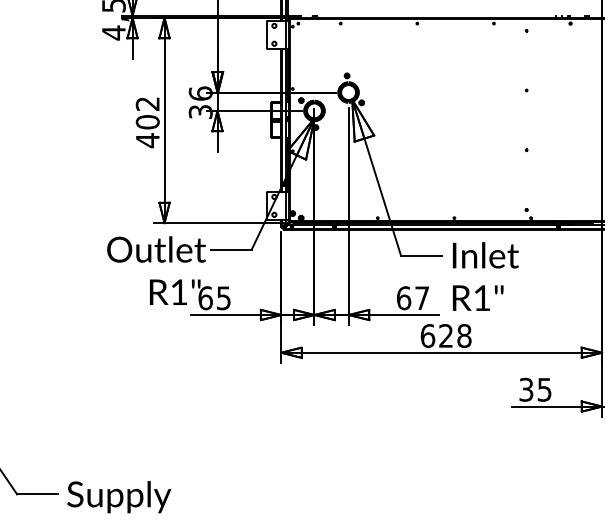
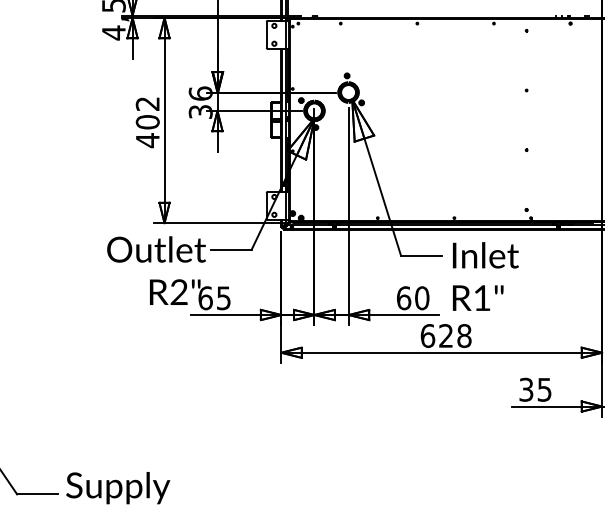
text at (178, 291): R1" -> R2"
text at (422, 298): 67 -> 60
text at (119, 497) position: (119, 497) -> (118, 488)
